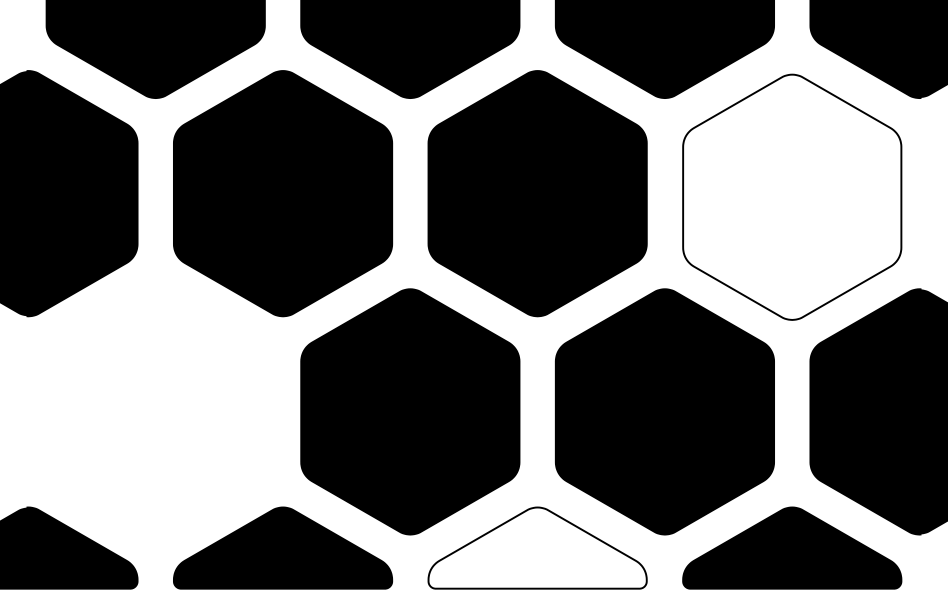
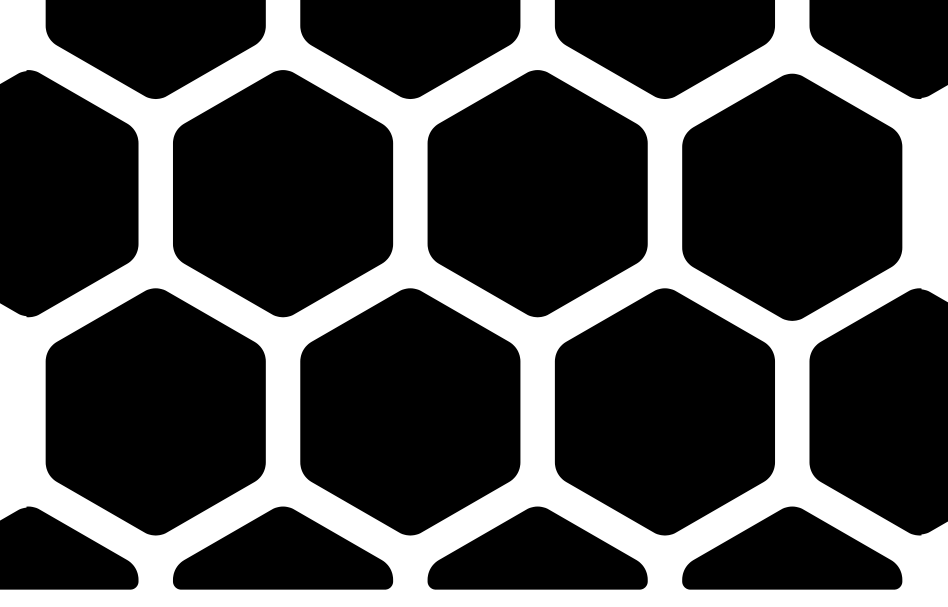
fill at (792, 196): none -> present
part at (155, 411): none -> present
fill at (537, 547): none -> present
